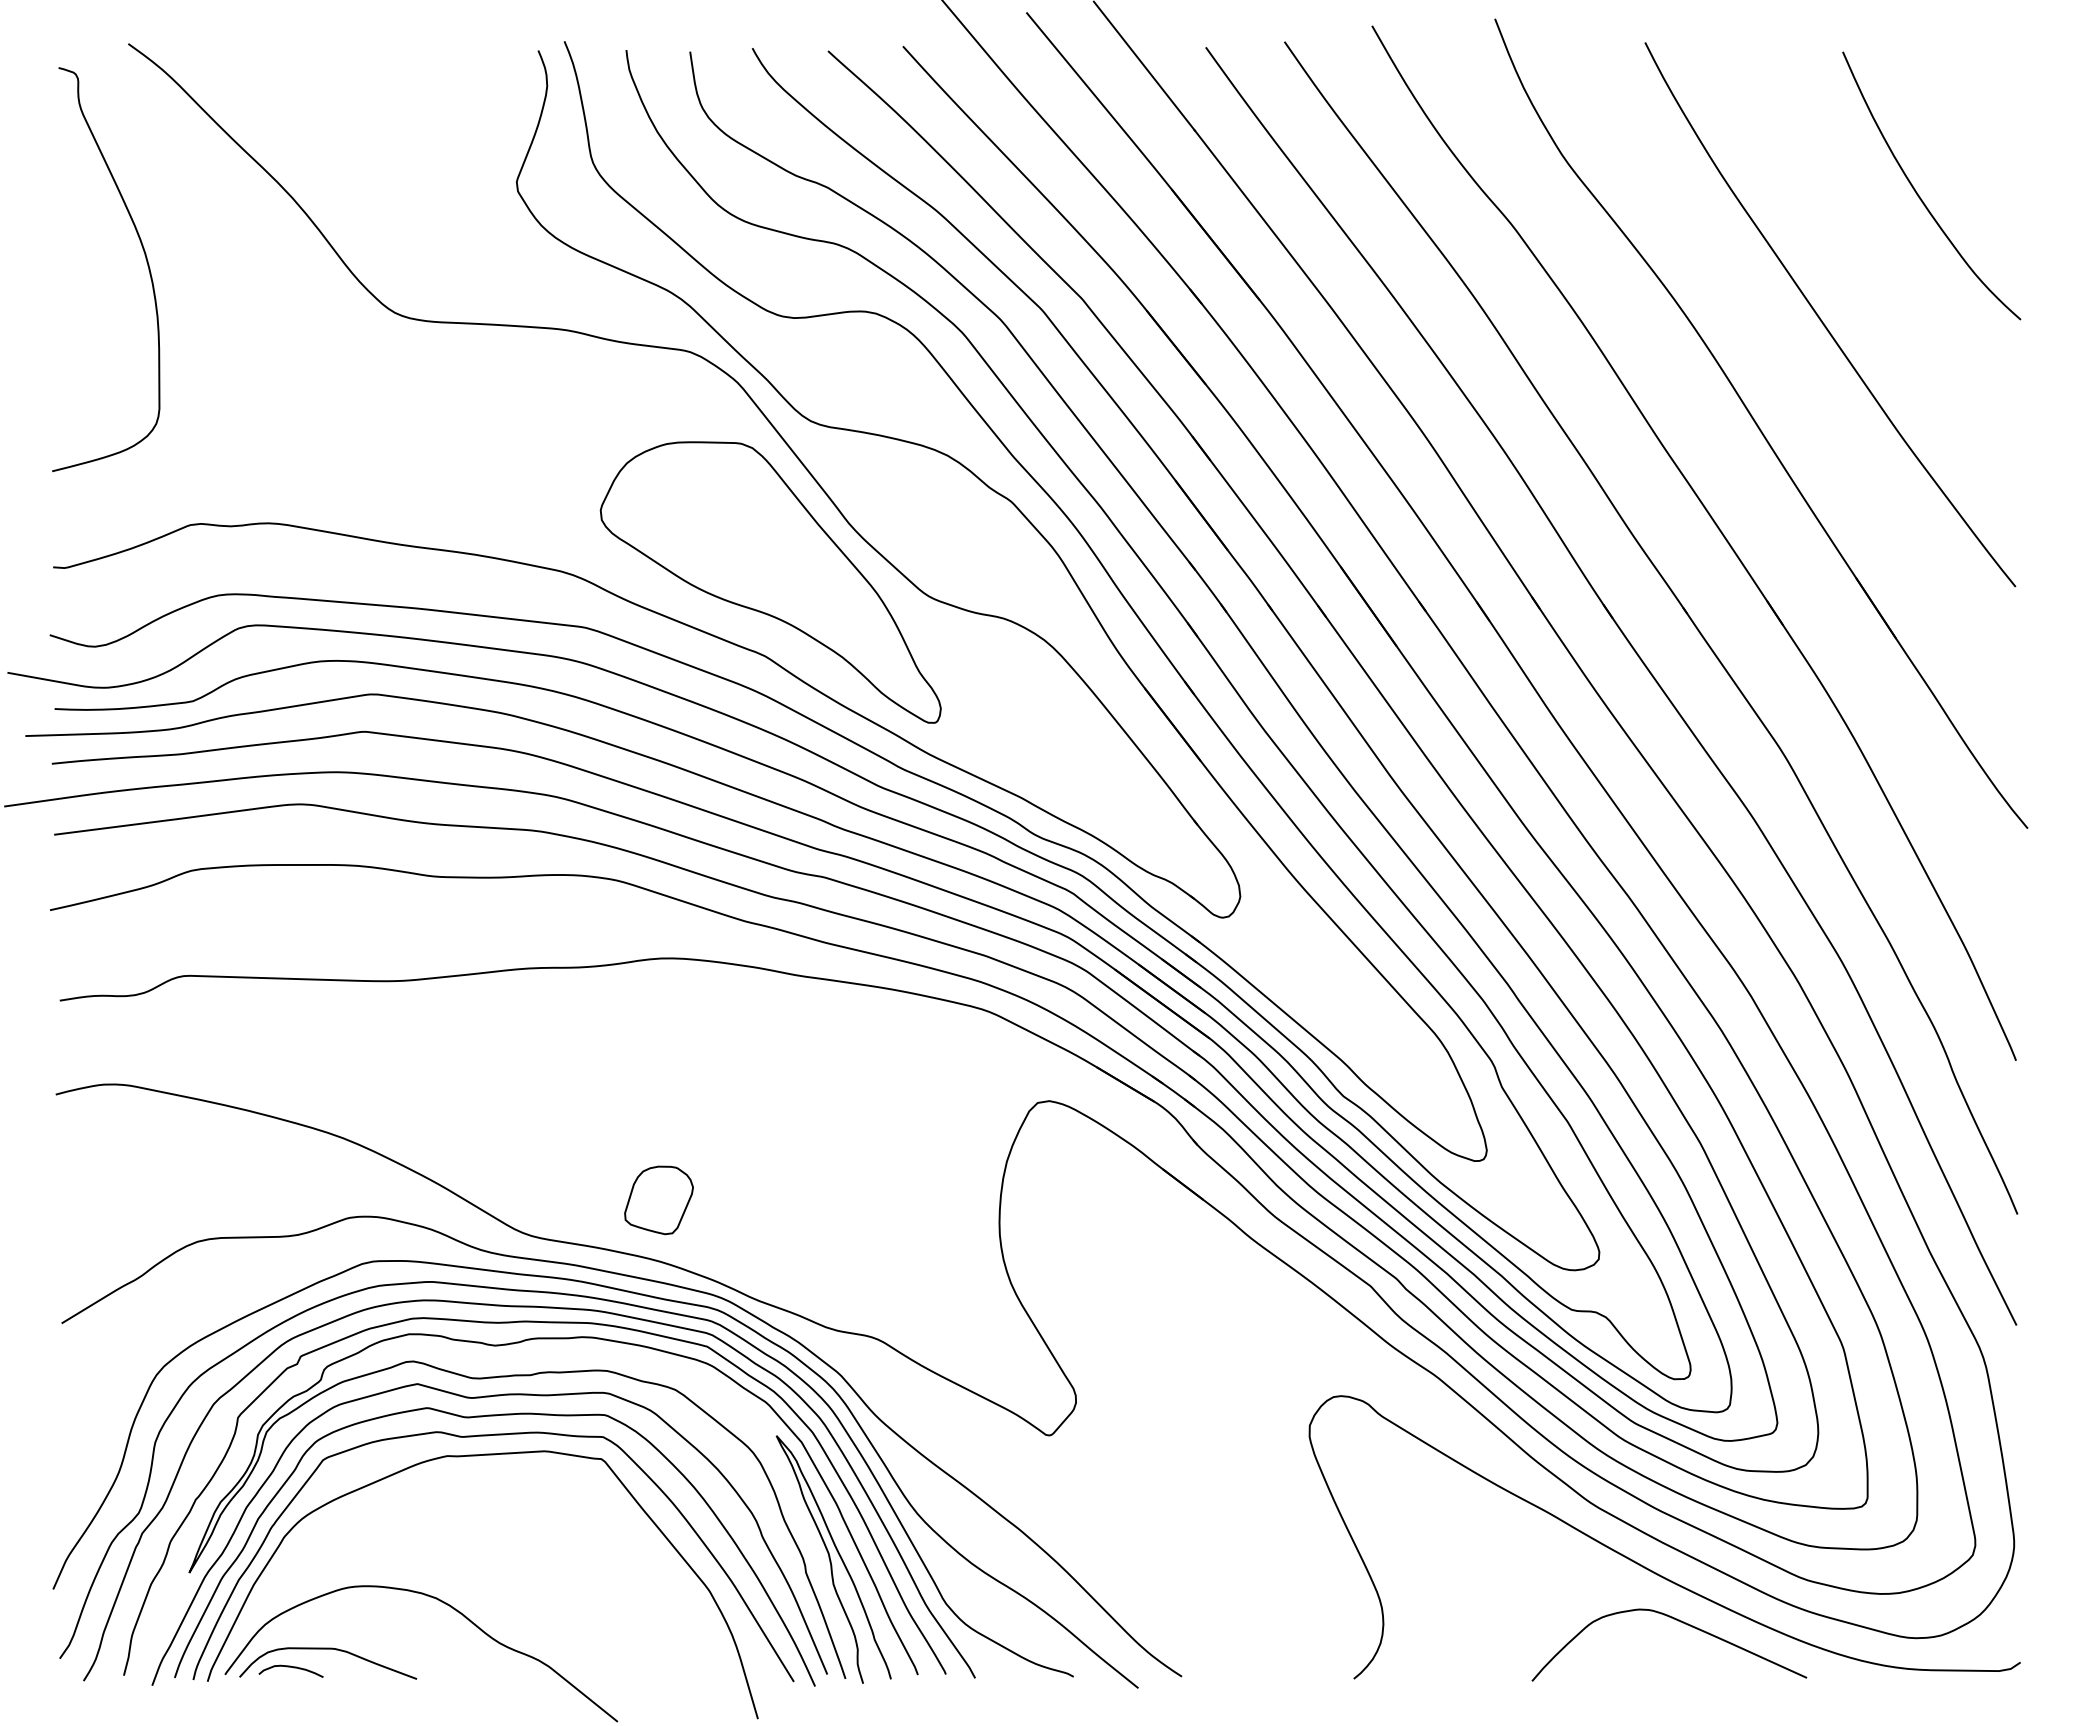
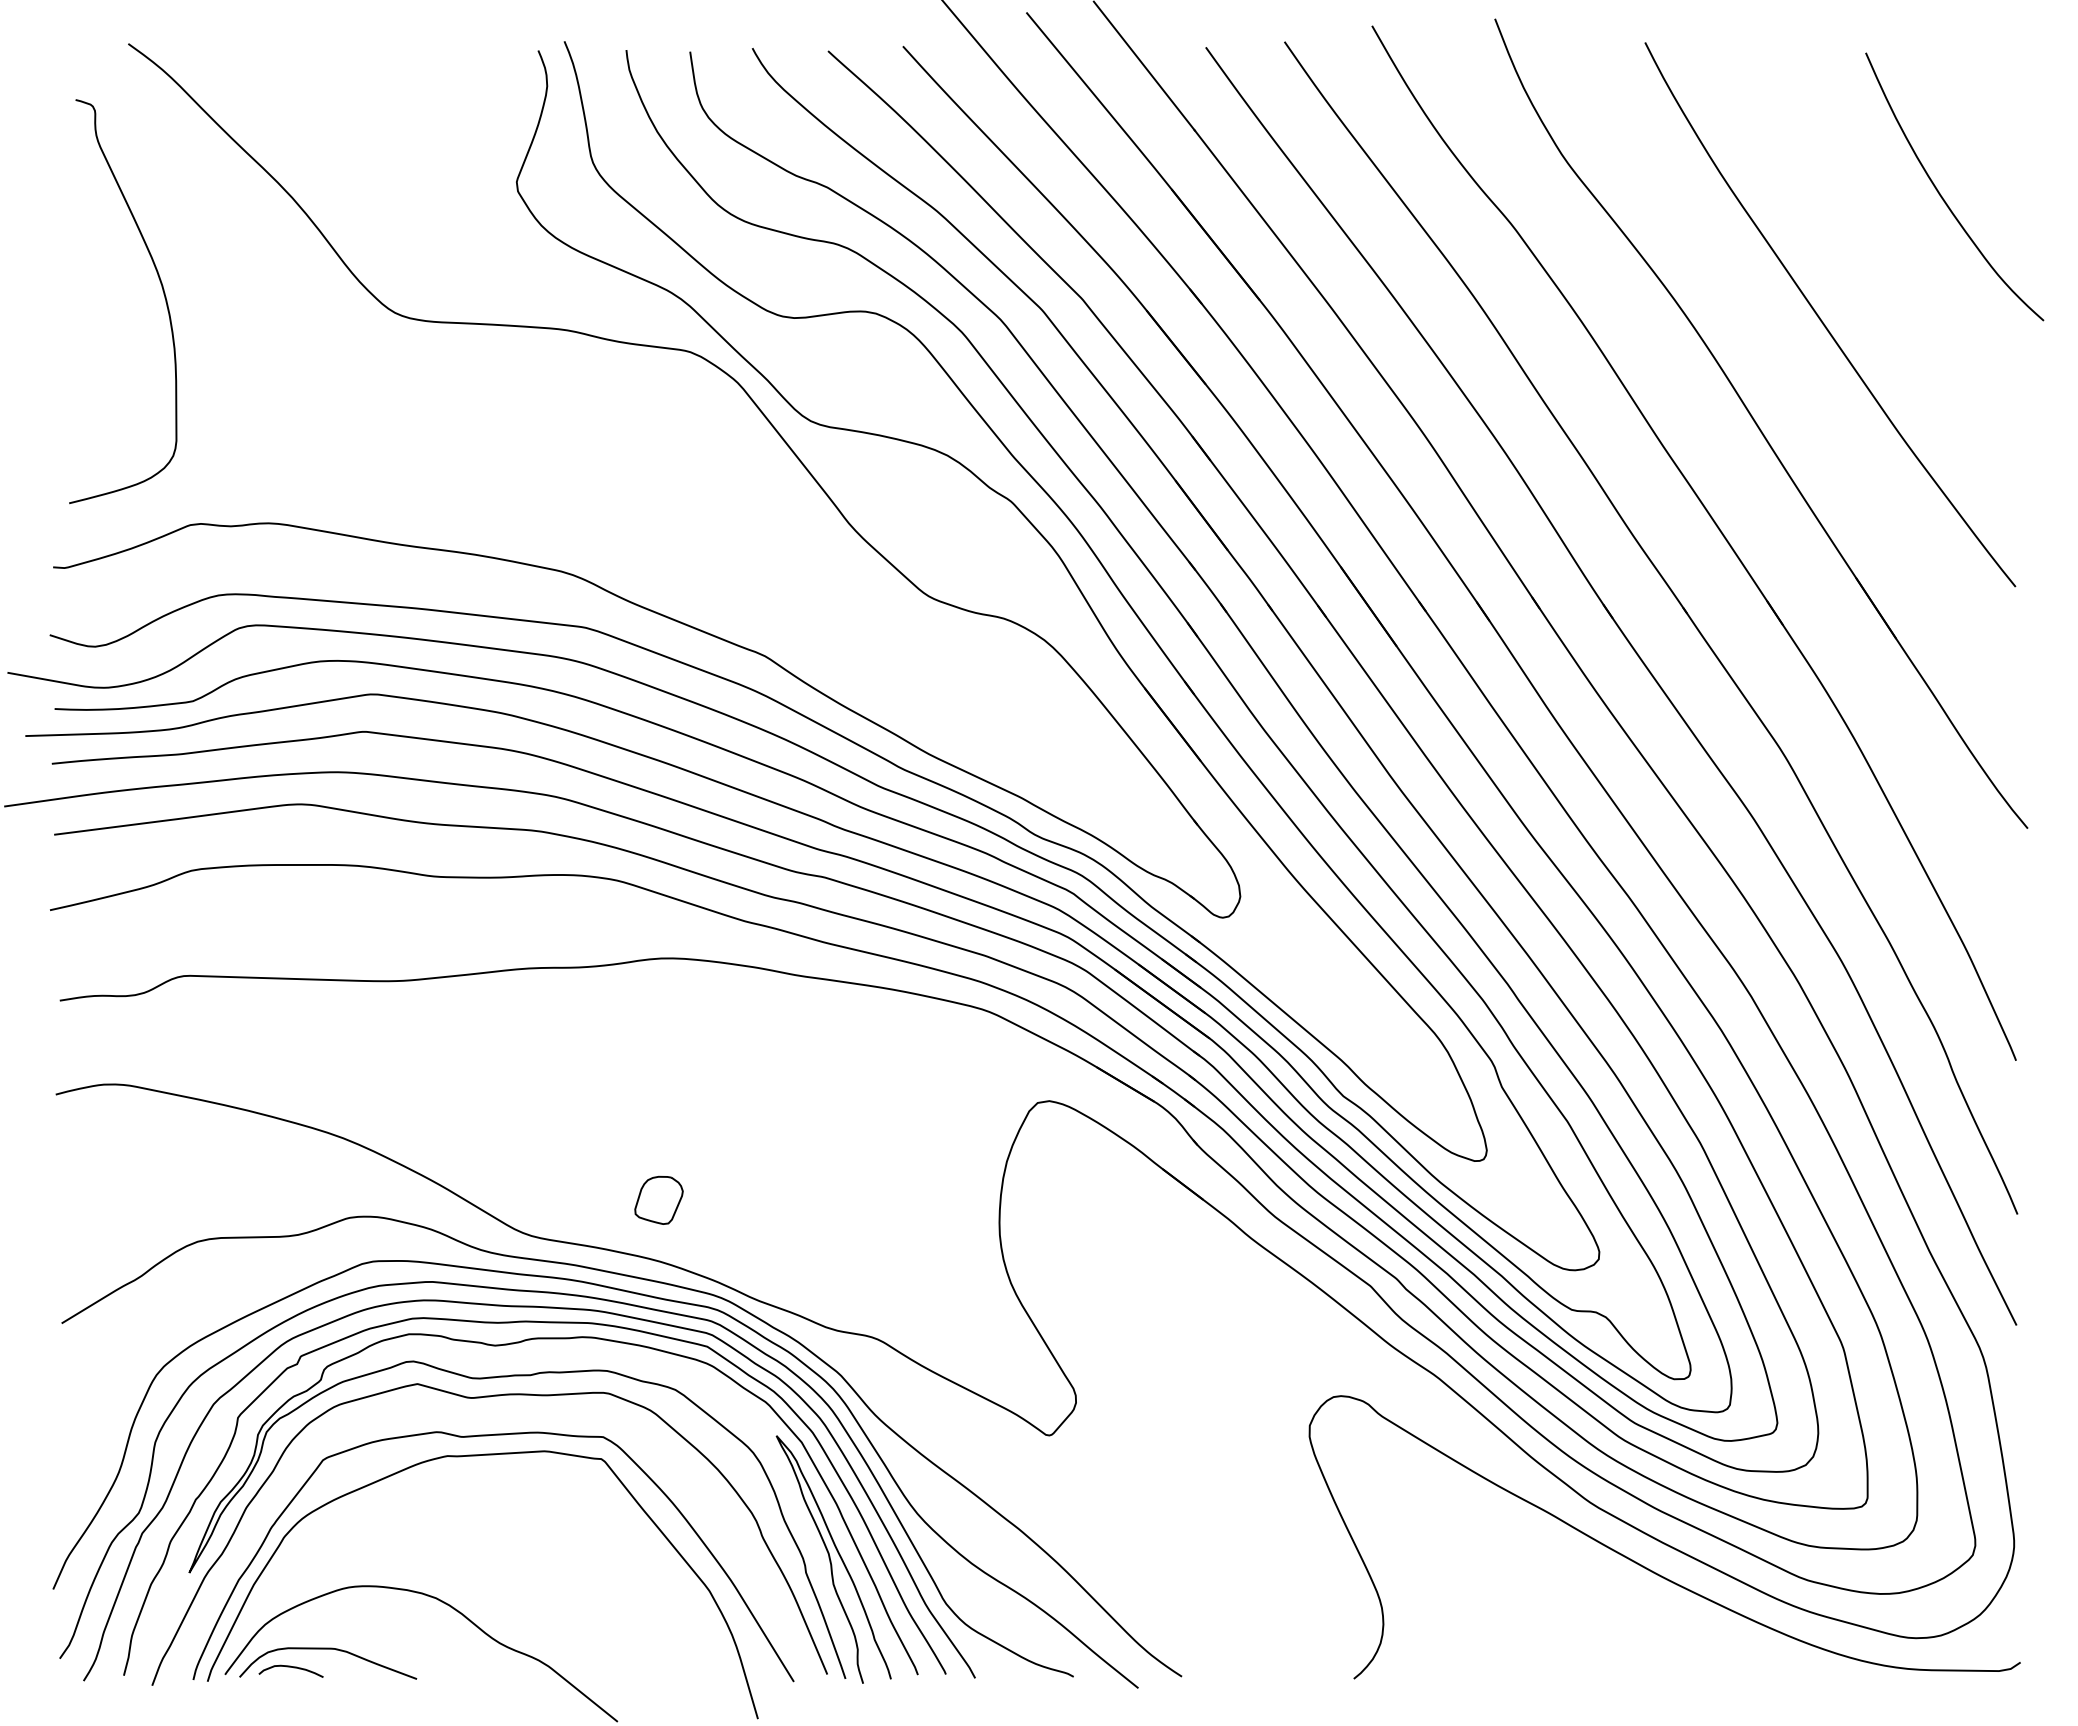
curve at (1920, 196) position: (1920, 196) -> (1943, 197)
curve at (145, 259) position: (145, 259) -> (162, 291)
part at (770, 582): present -> none
part at (658, 1200) size: 70x71 px -> 50x50 px
curve at (482, 1417): present -> none
curve at (1680, 1622): present -> none
